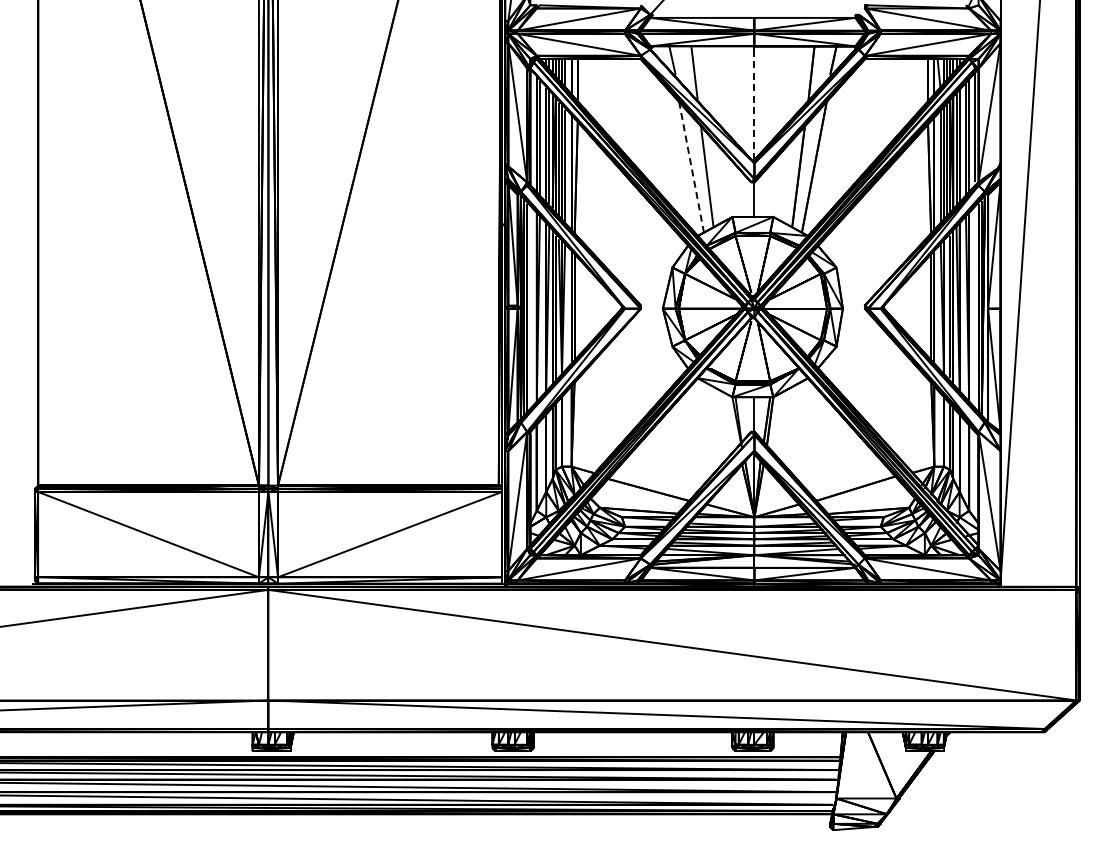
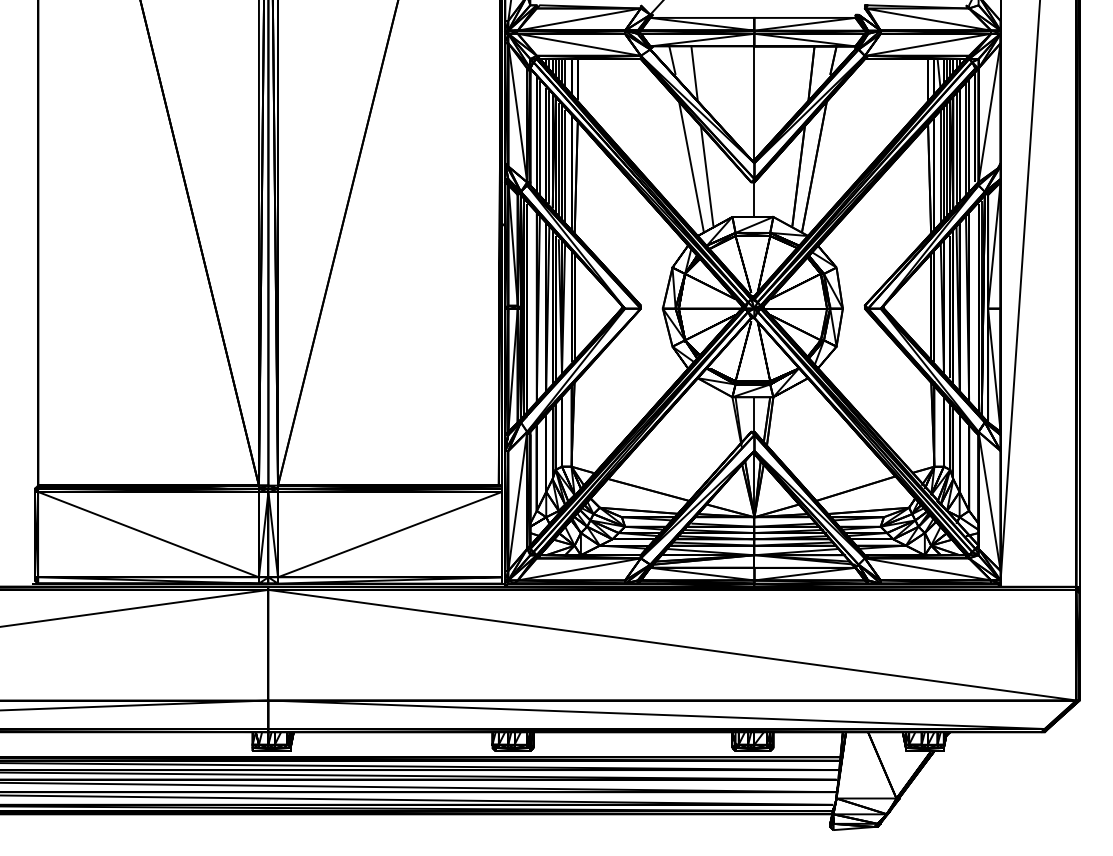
line at (754, 103): dashed -> solid
line at (691, 166): dashed -> solid
